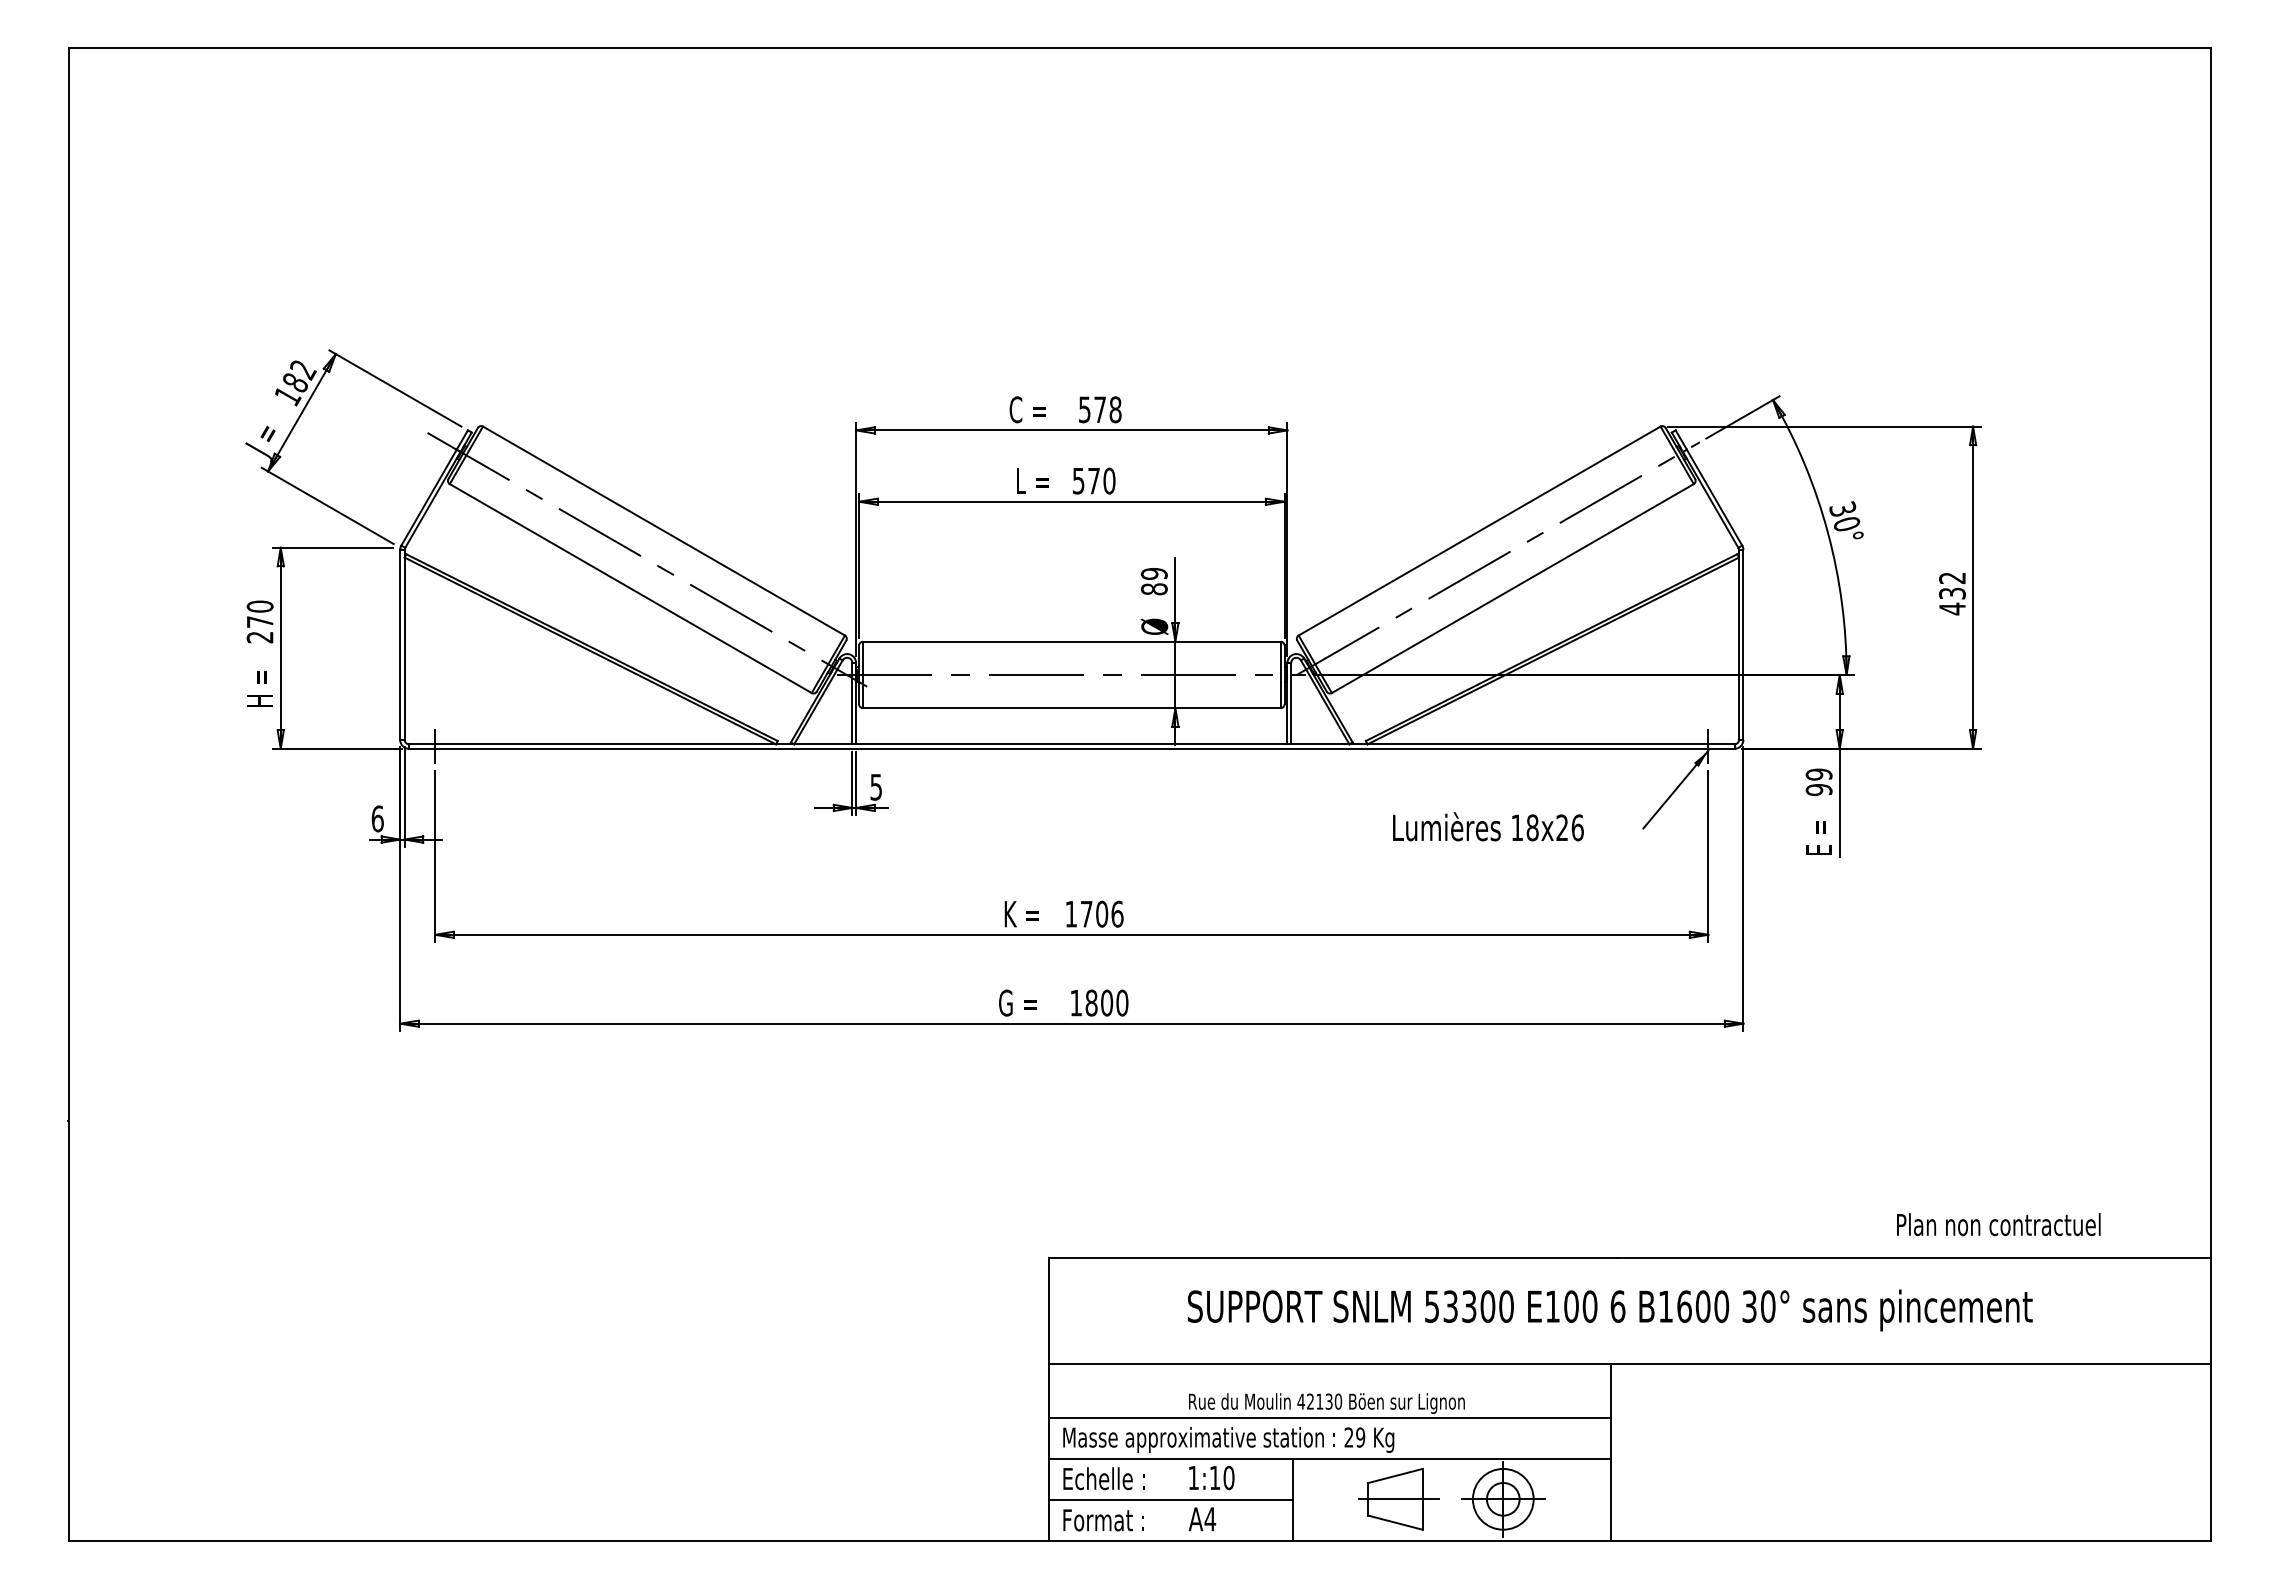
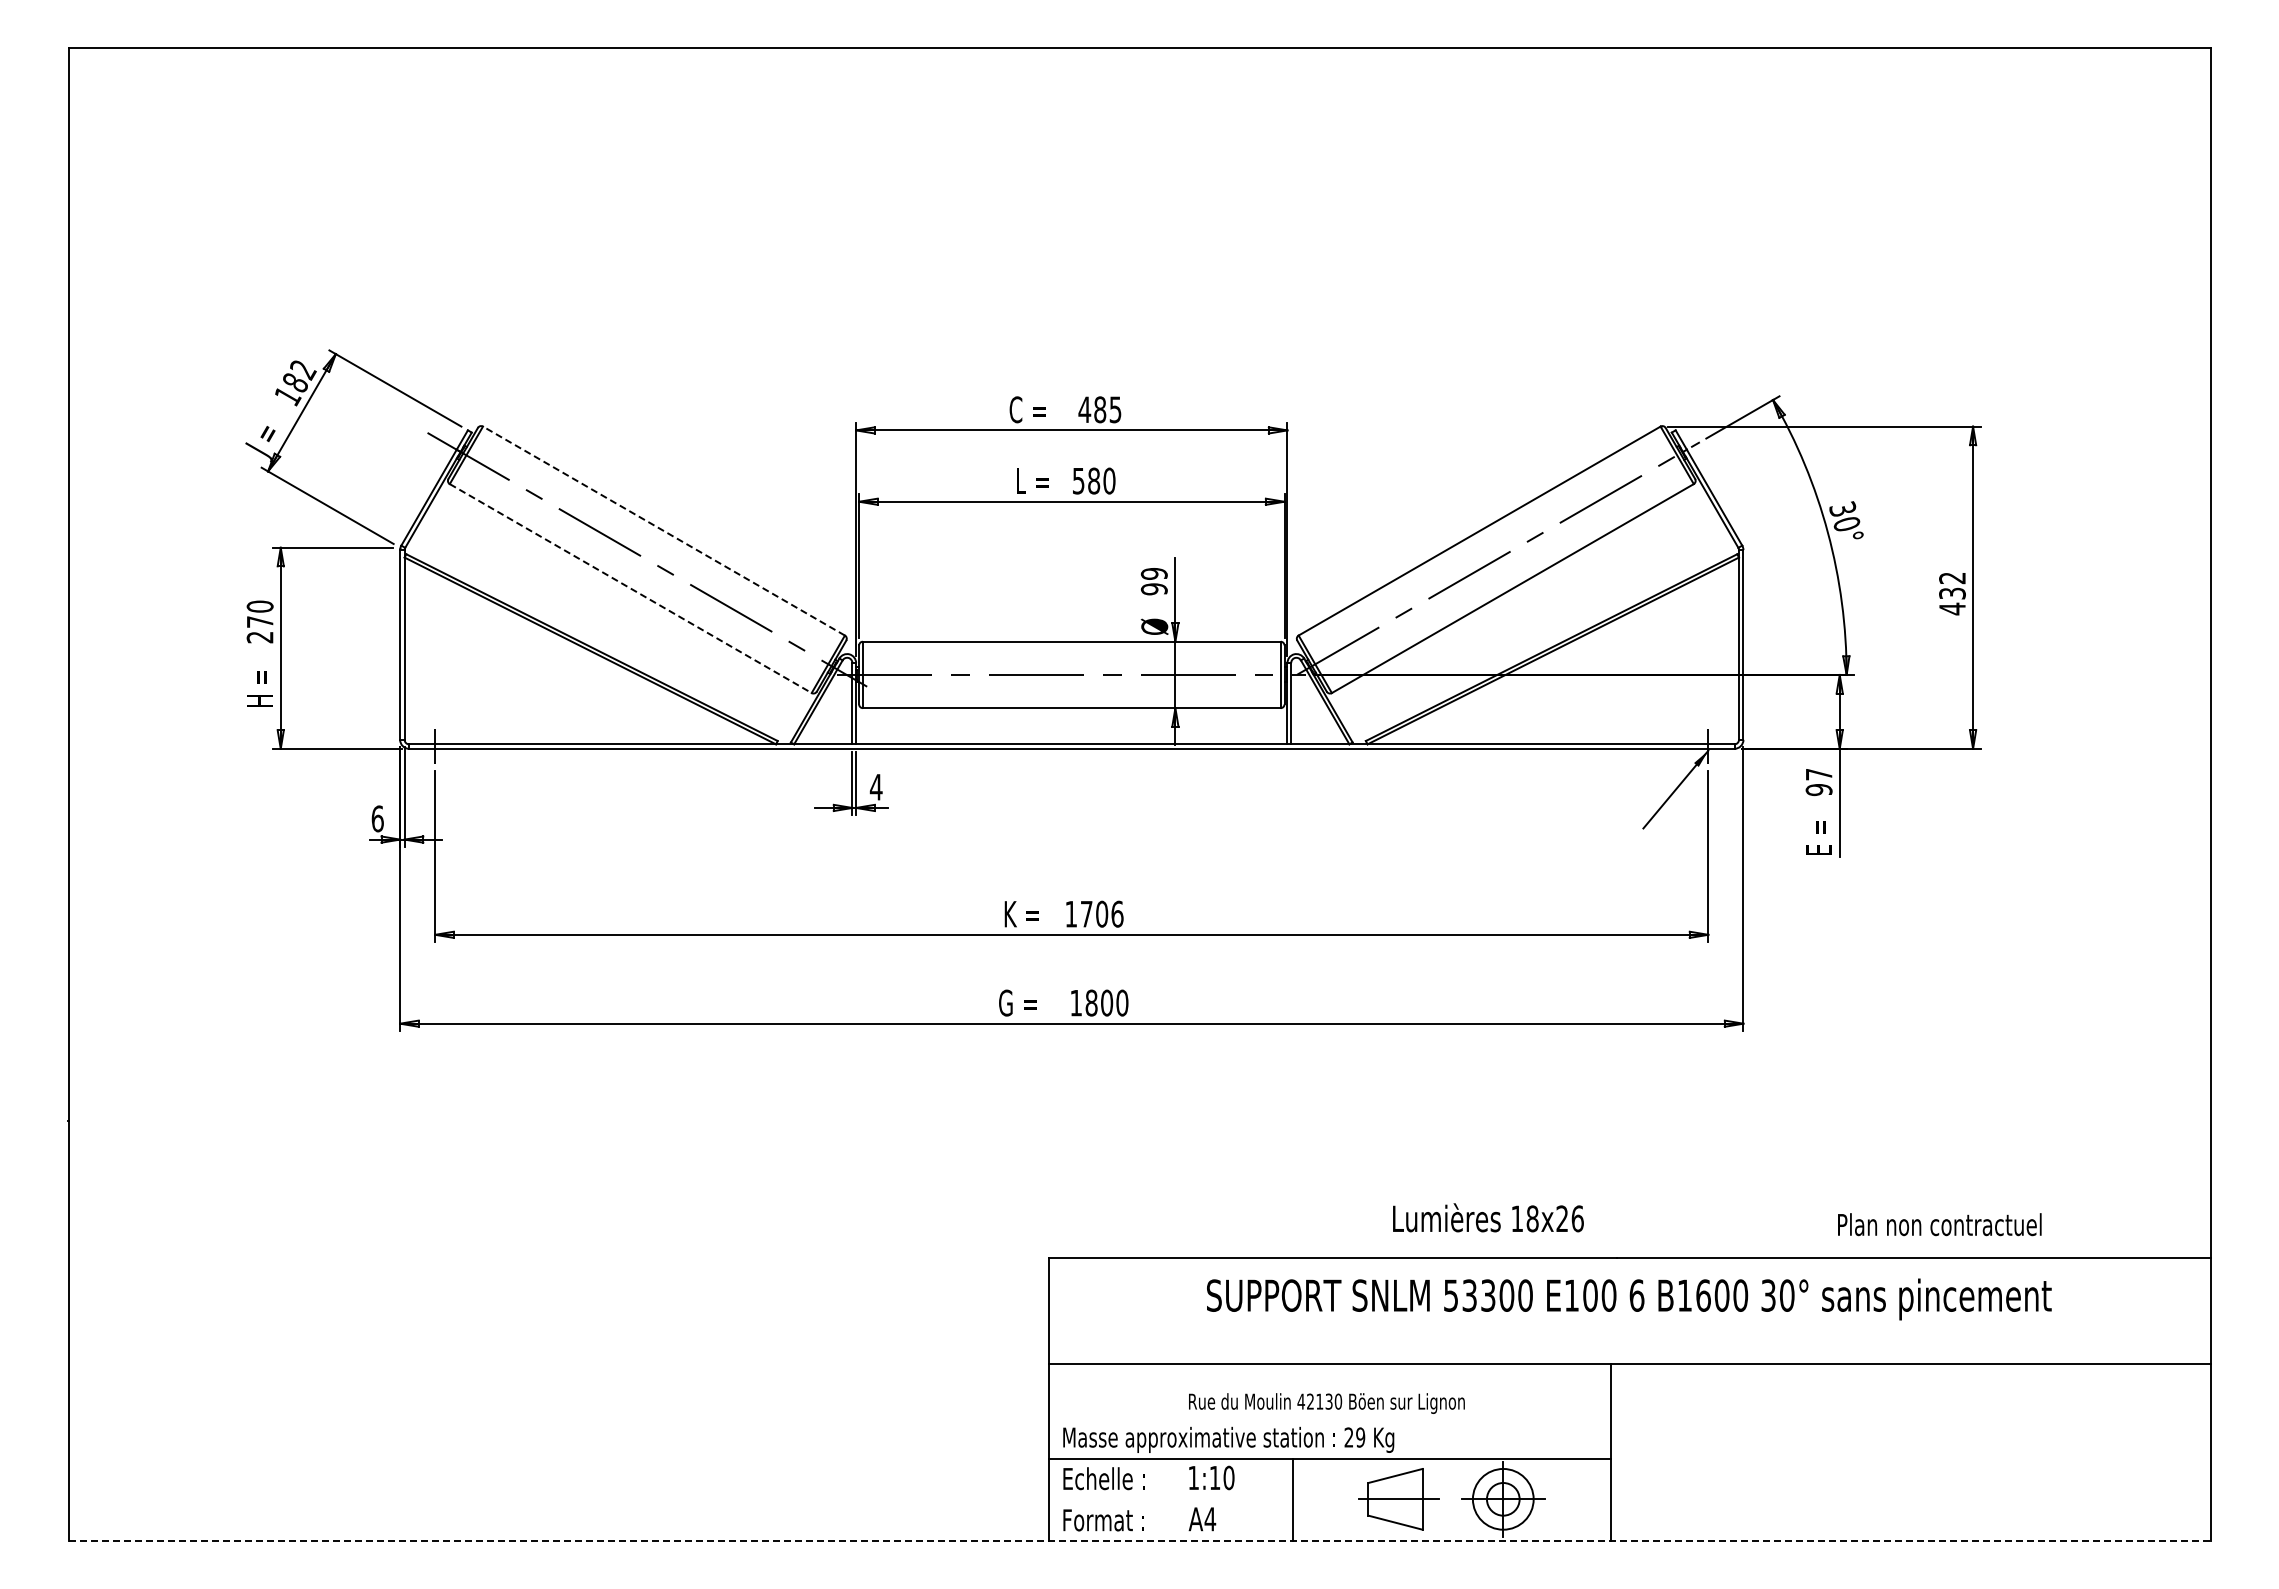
text at (1099, 409): 578 -> 485
text at (1094, 480): 570 -> 580
line at (663, 531): solid -> dashed
line at (630, 588): solid -> dashed
text at (1154, 589): 89 -> 99
text at (1818, 774): 99 -> 97
text at (875, 787): 5 -> 4
text at (1488, 826) position: (1488, 826) -> (1488, 1217)
text at (1998, 1224) position: (1998, 1224) -> (1939, 1224)
text at (1610, 1310) position: (1610, 1310) -> (1629, 1299)
line at (1330, 1418): present -> none
line at (1170, 1500): present -> none
line at (1139, 1541): solid -> dashed
